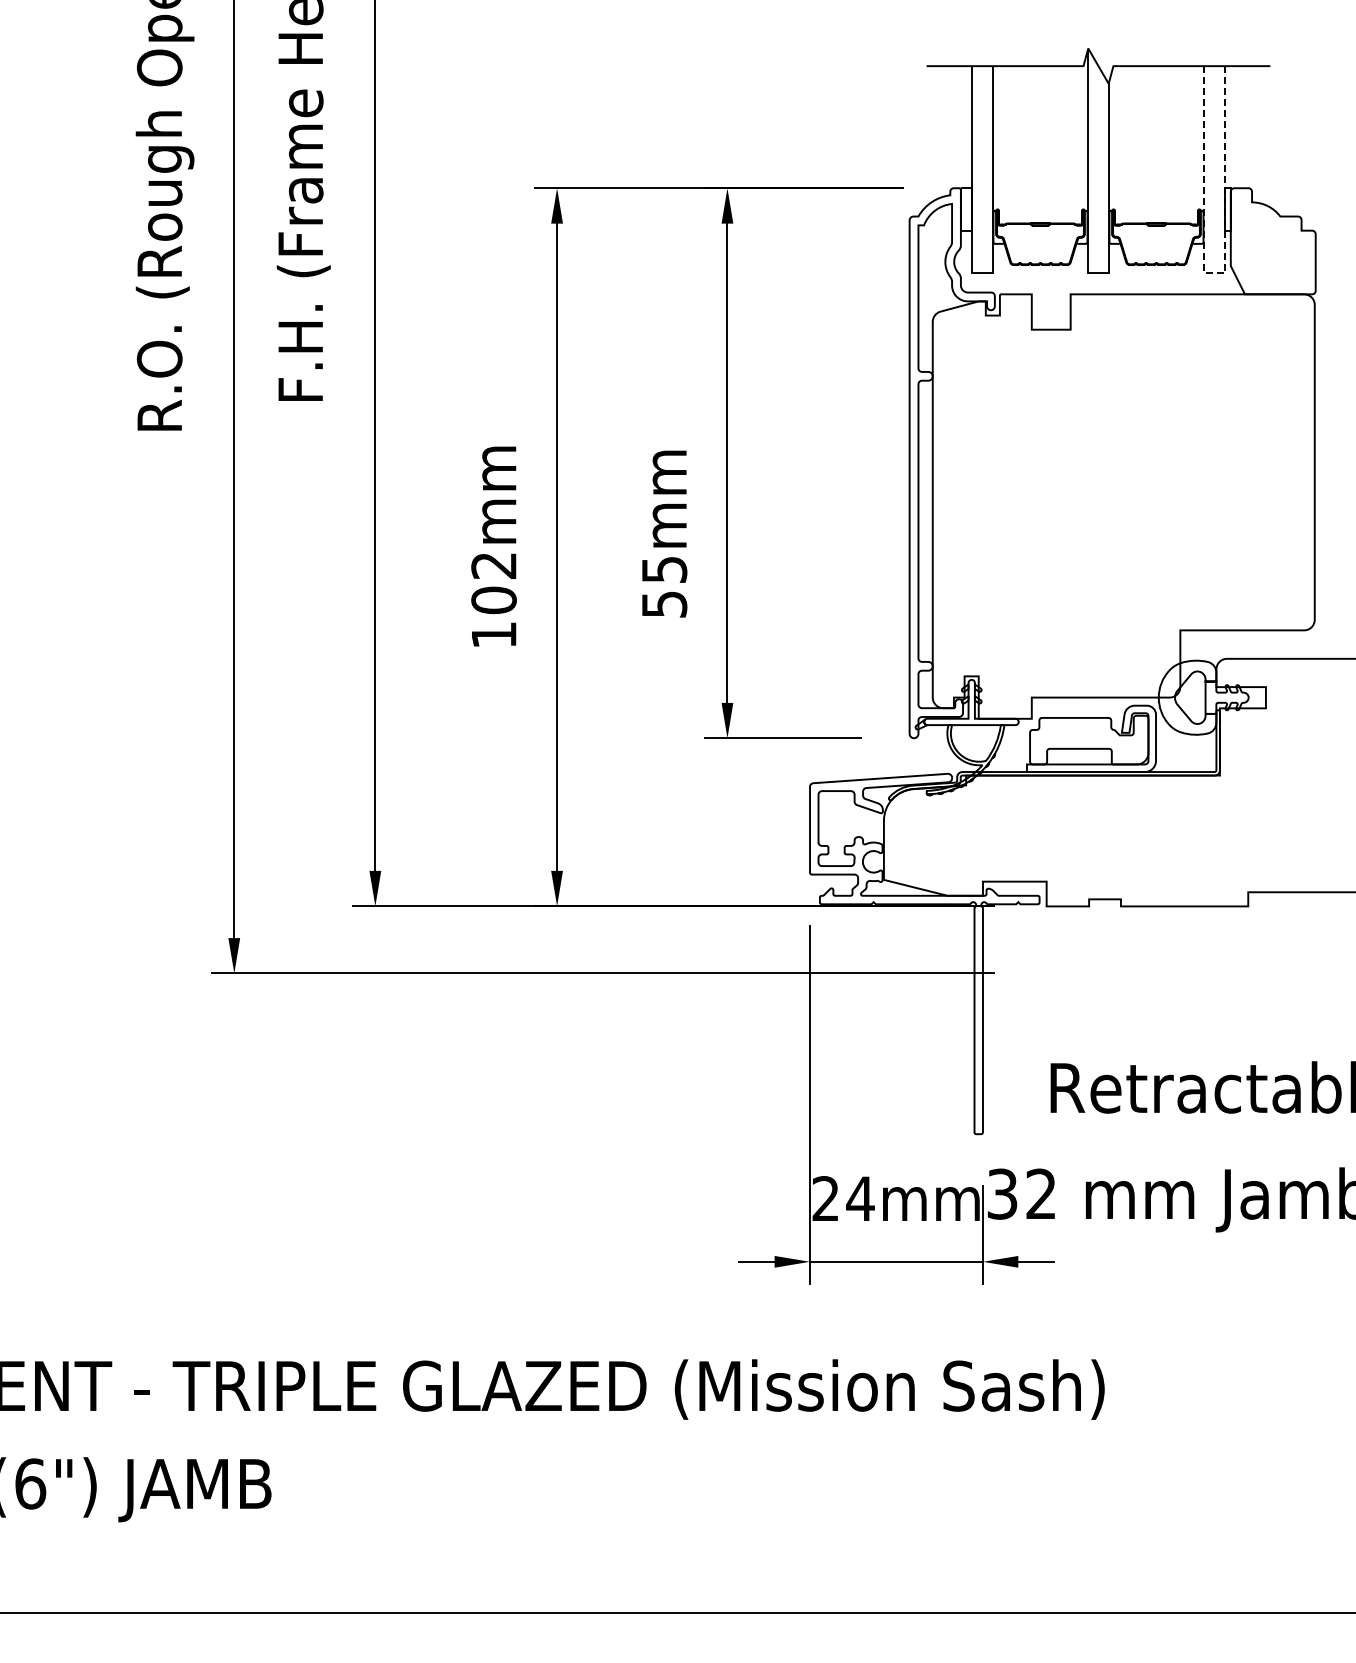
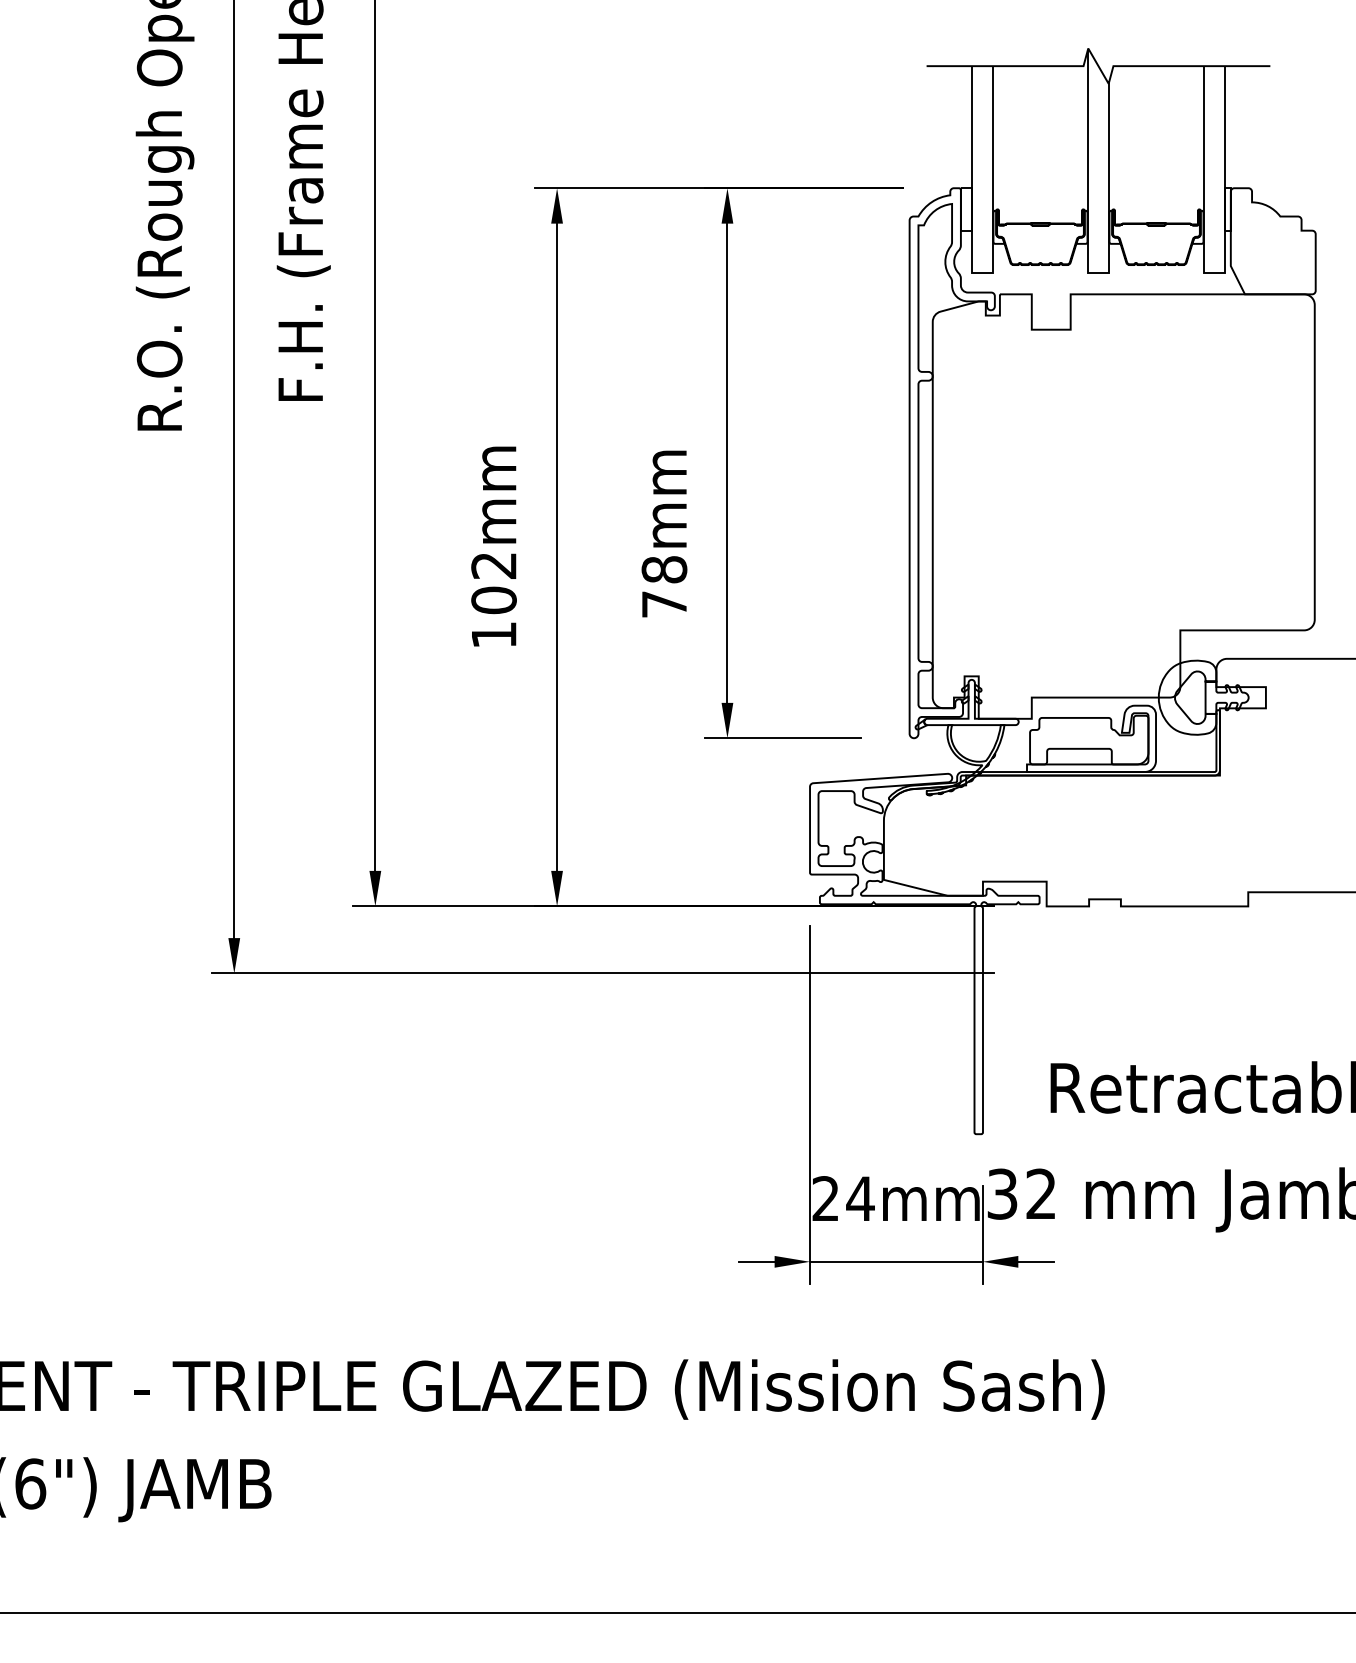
line at (1214, 273): dashed -> solid
text at (664, 586): 55mm -> 78mm
